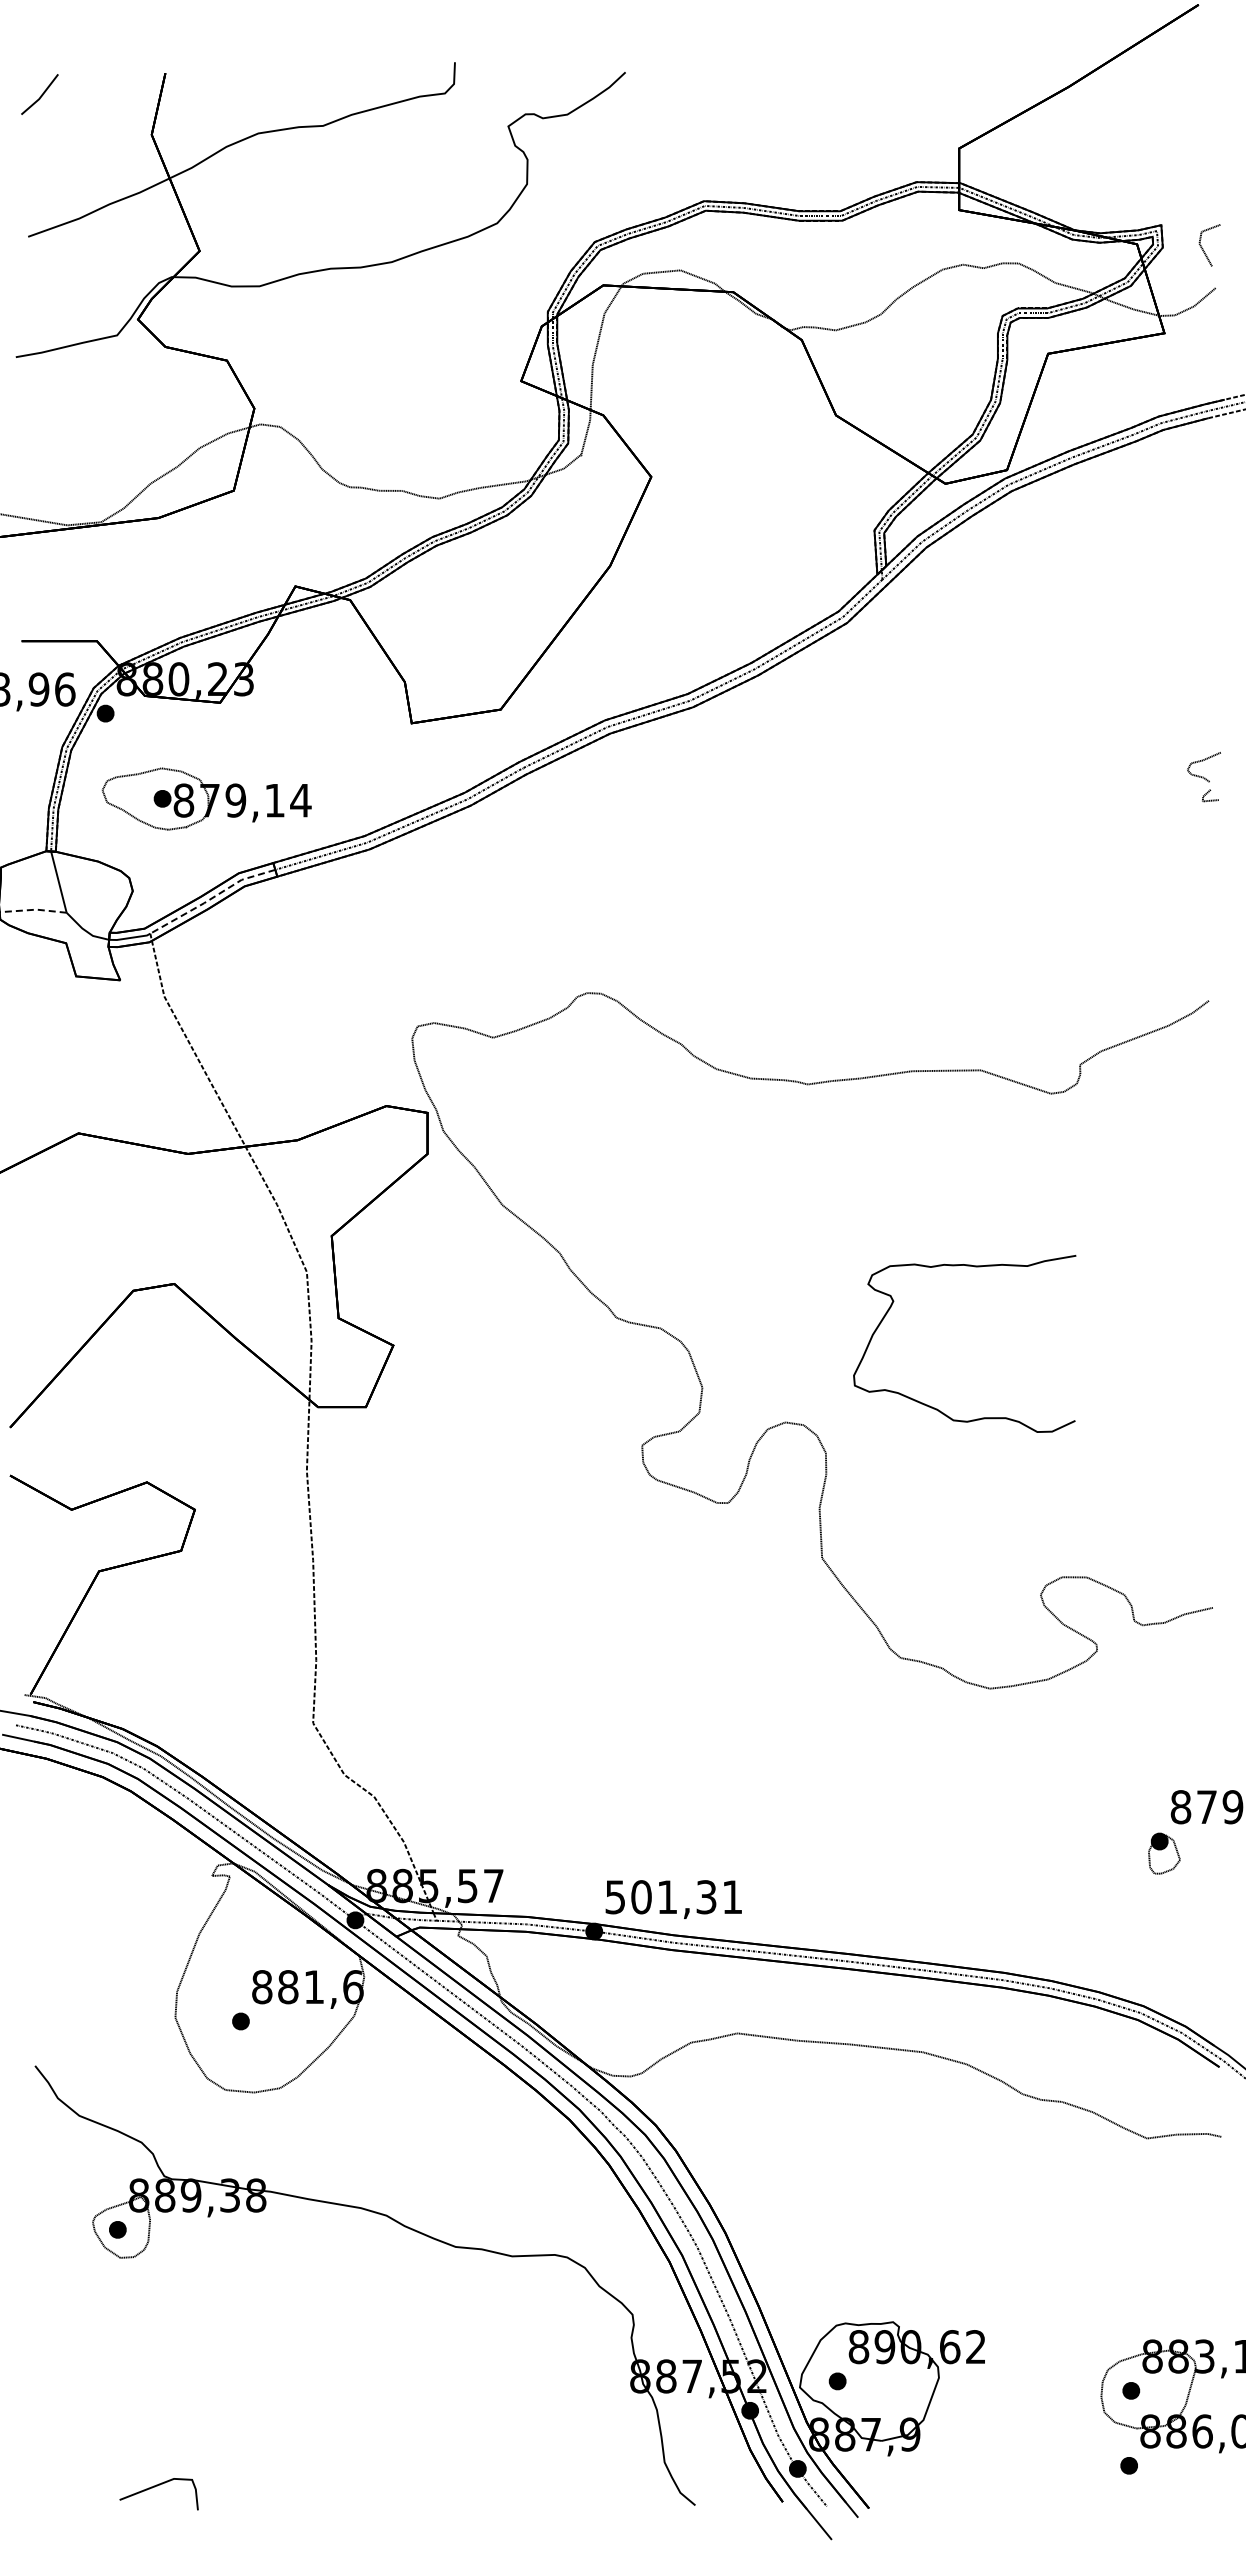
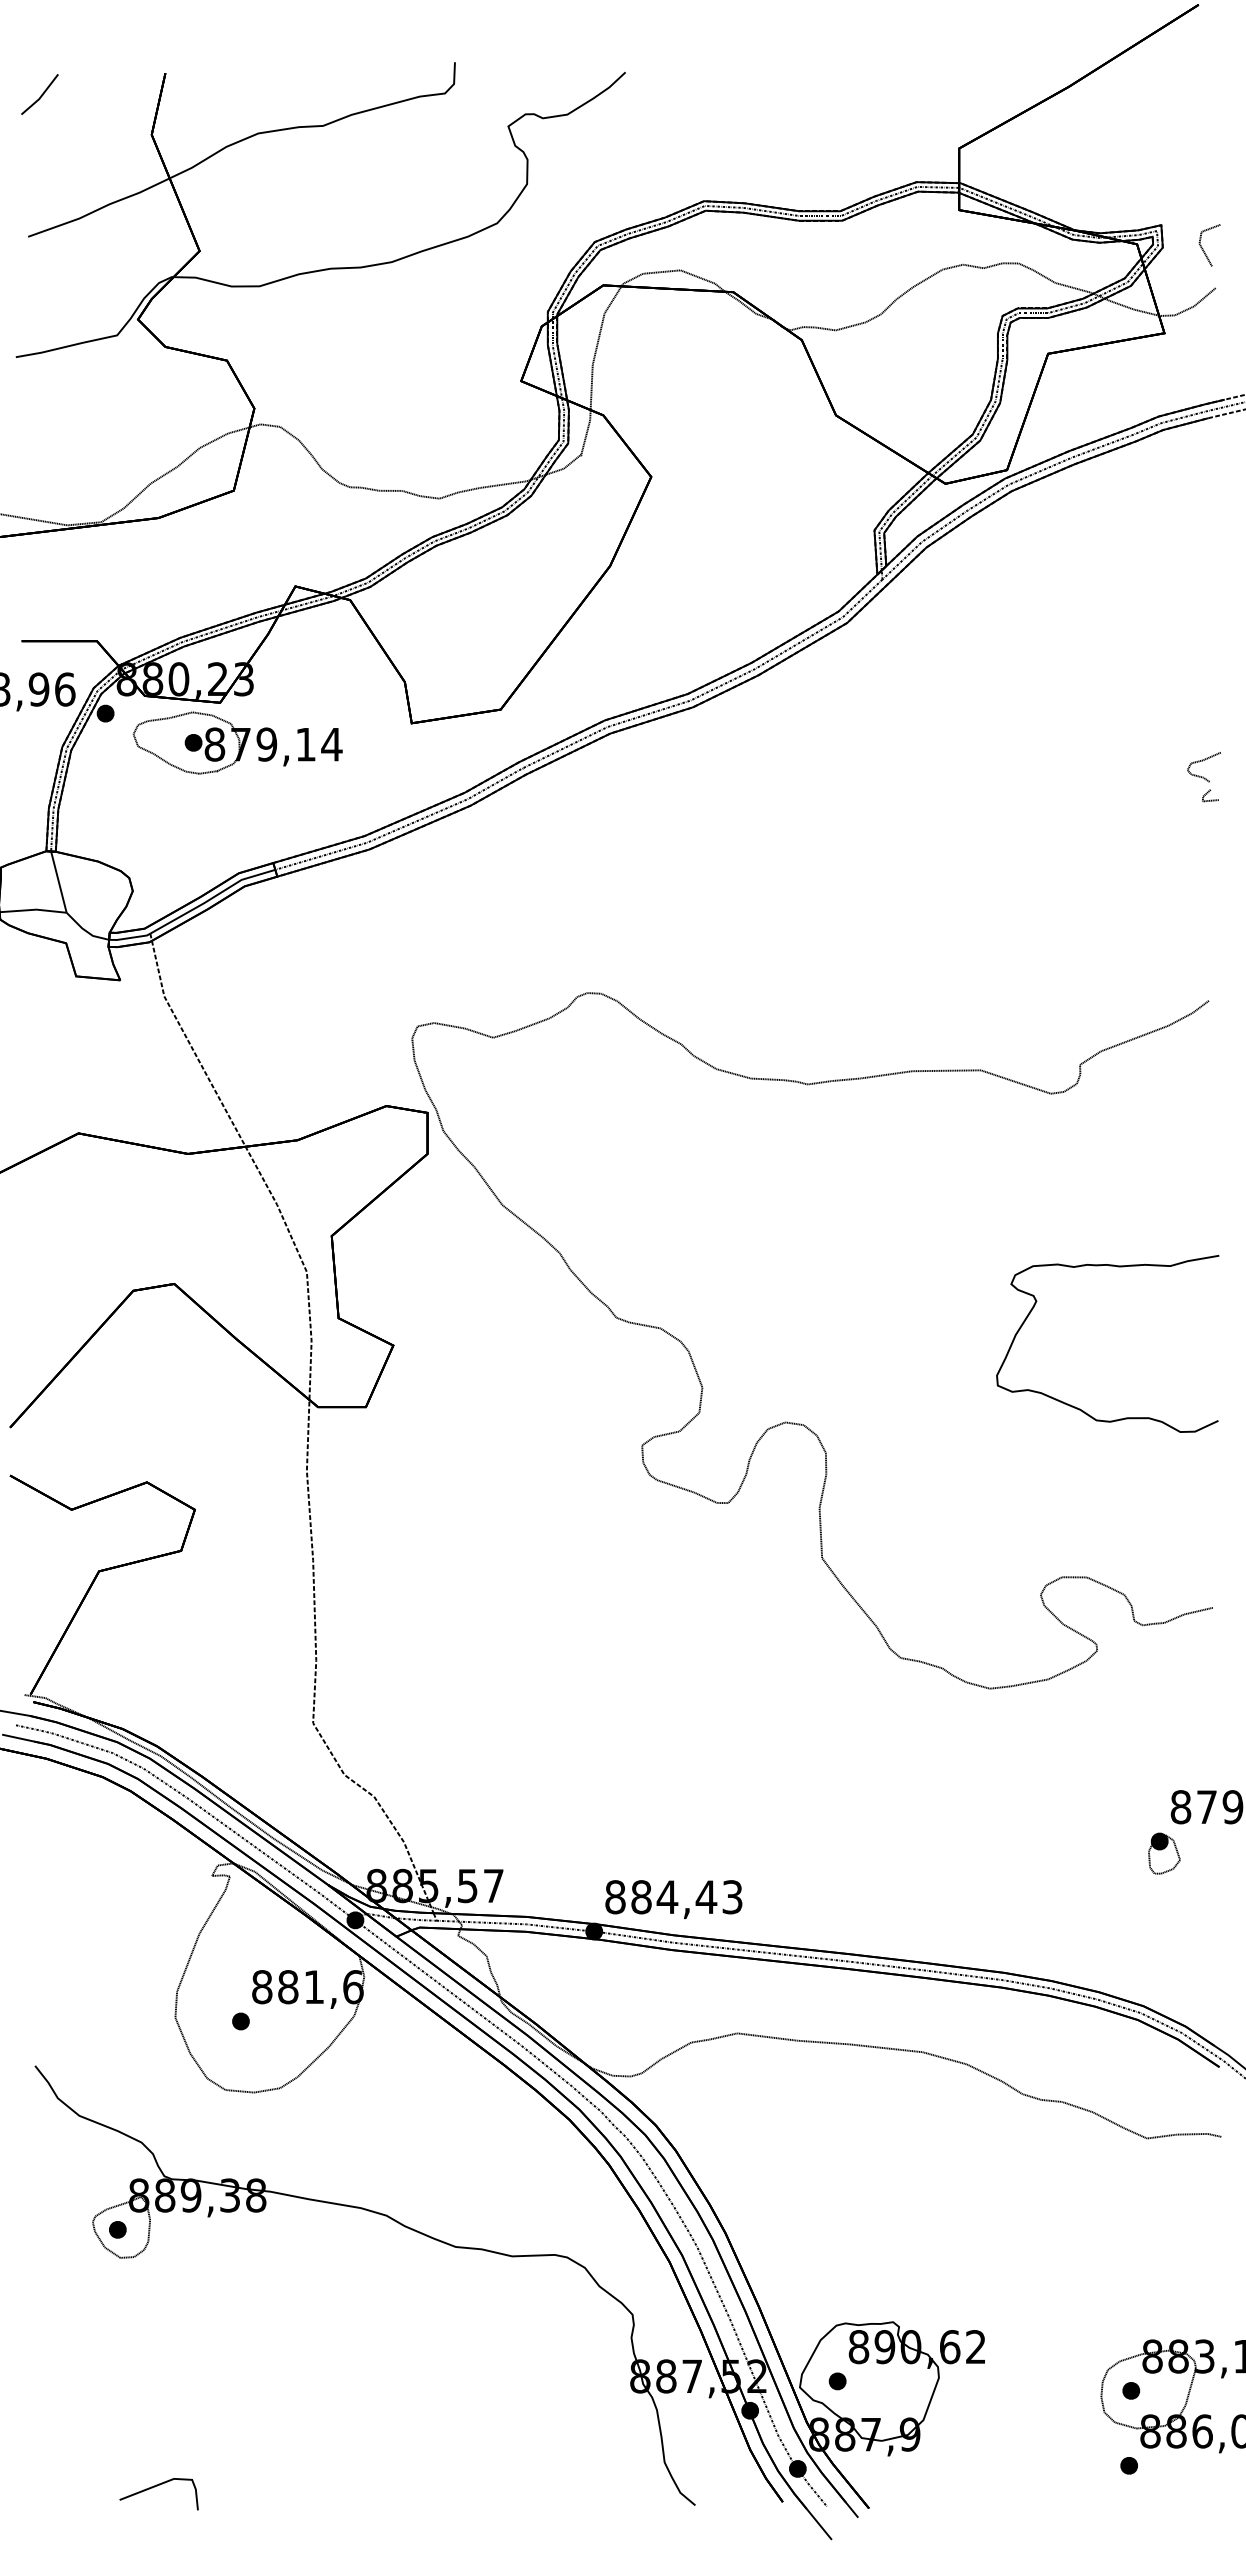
part at (206, 798) position: (206, 798) -> (237, 742)
line at (211, 898): dashed -> solid
line at (34, 909): dashed -> solid
part at (937, 1408) position: (937, 1408) -> (1080, 1408)
text at (673, 1897): 501,31 -> 884,43
